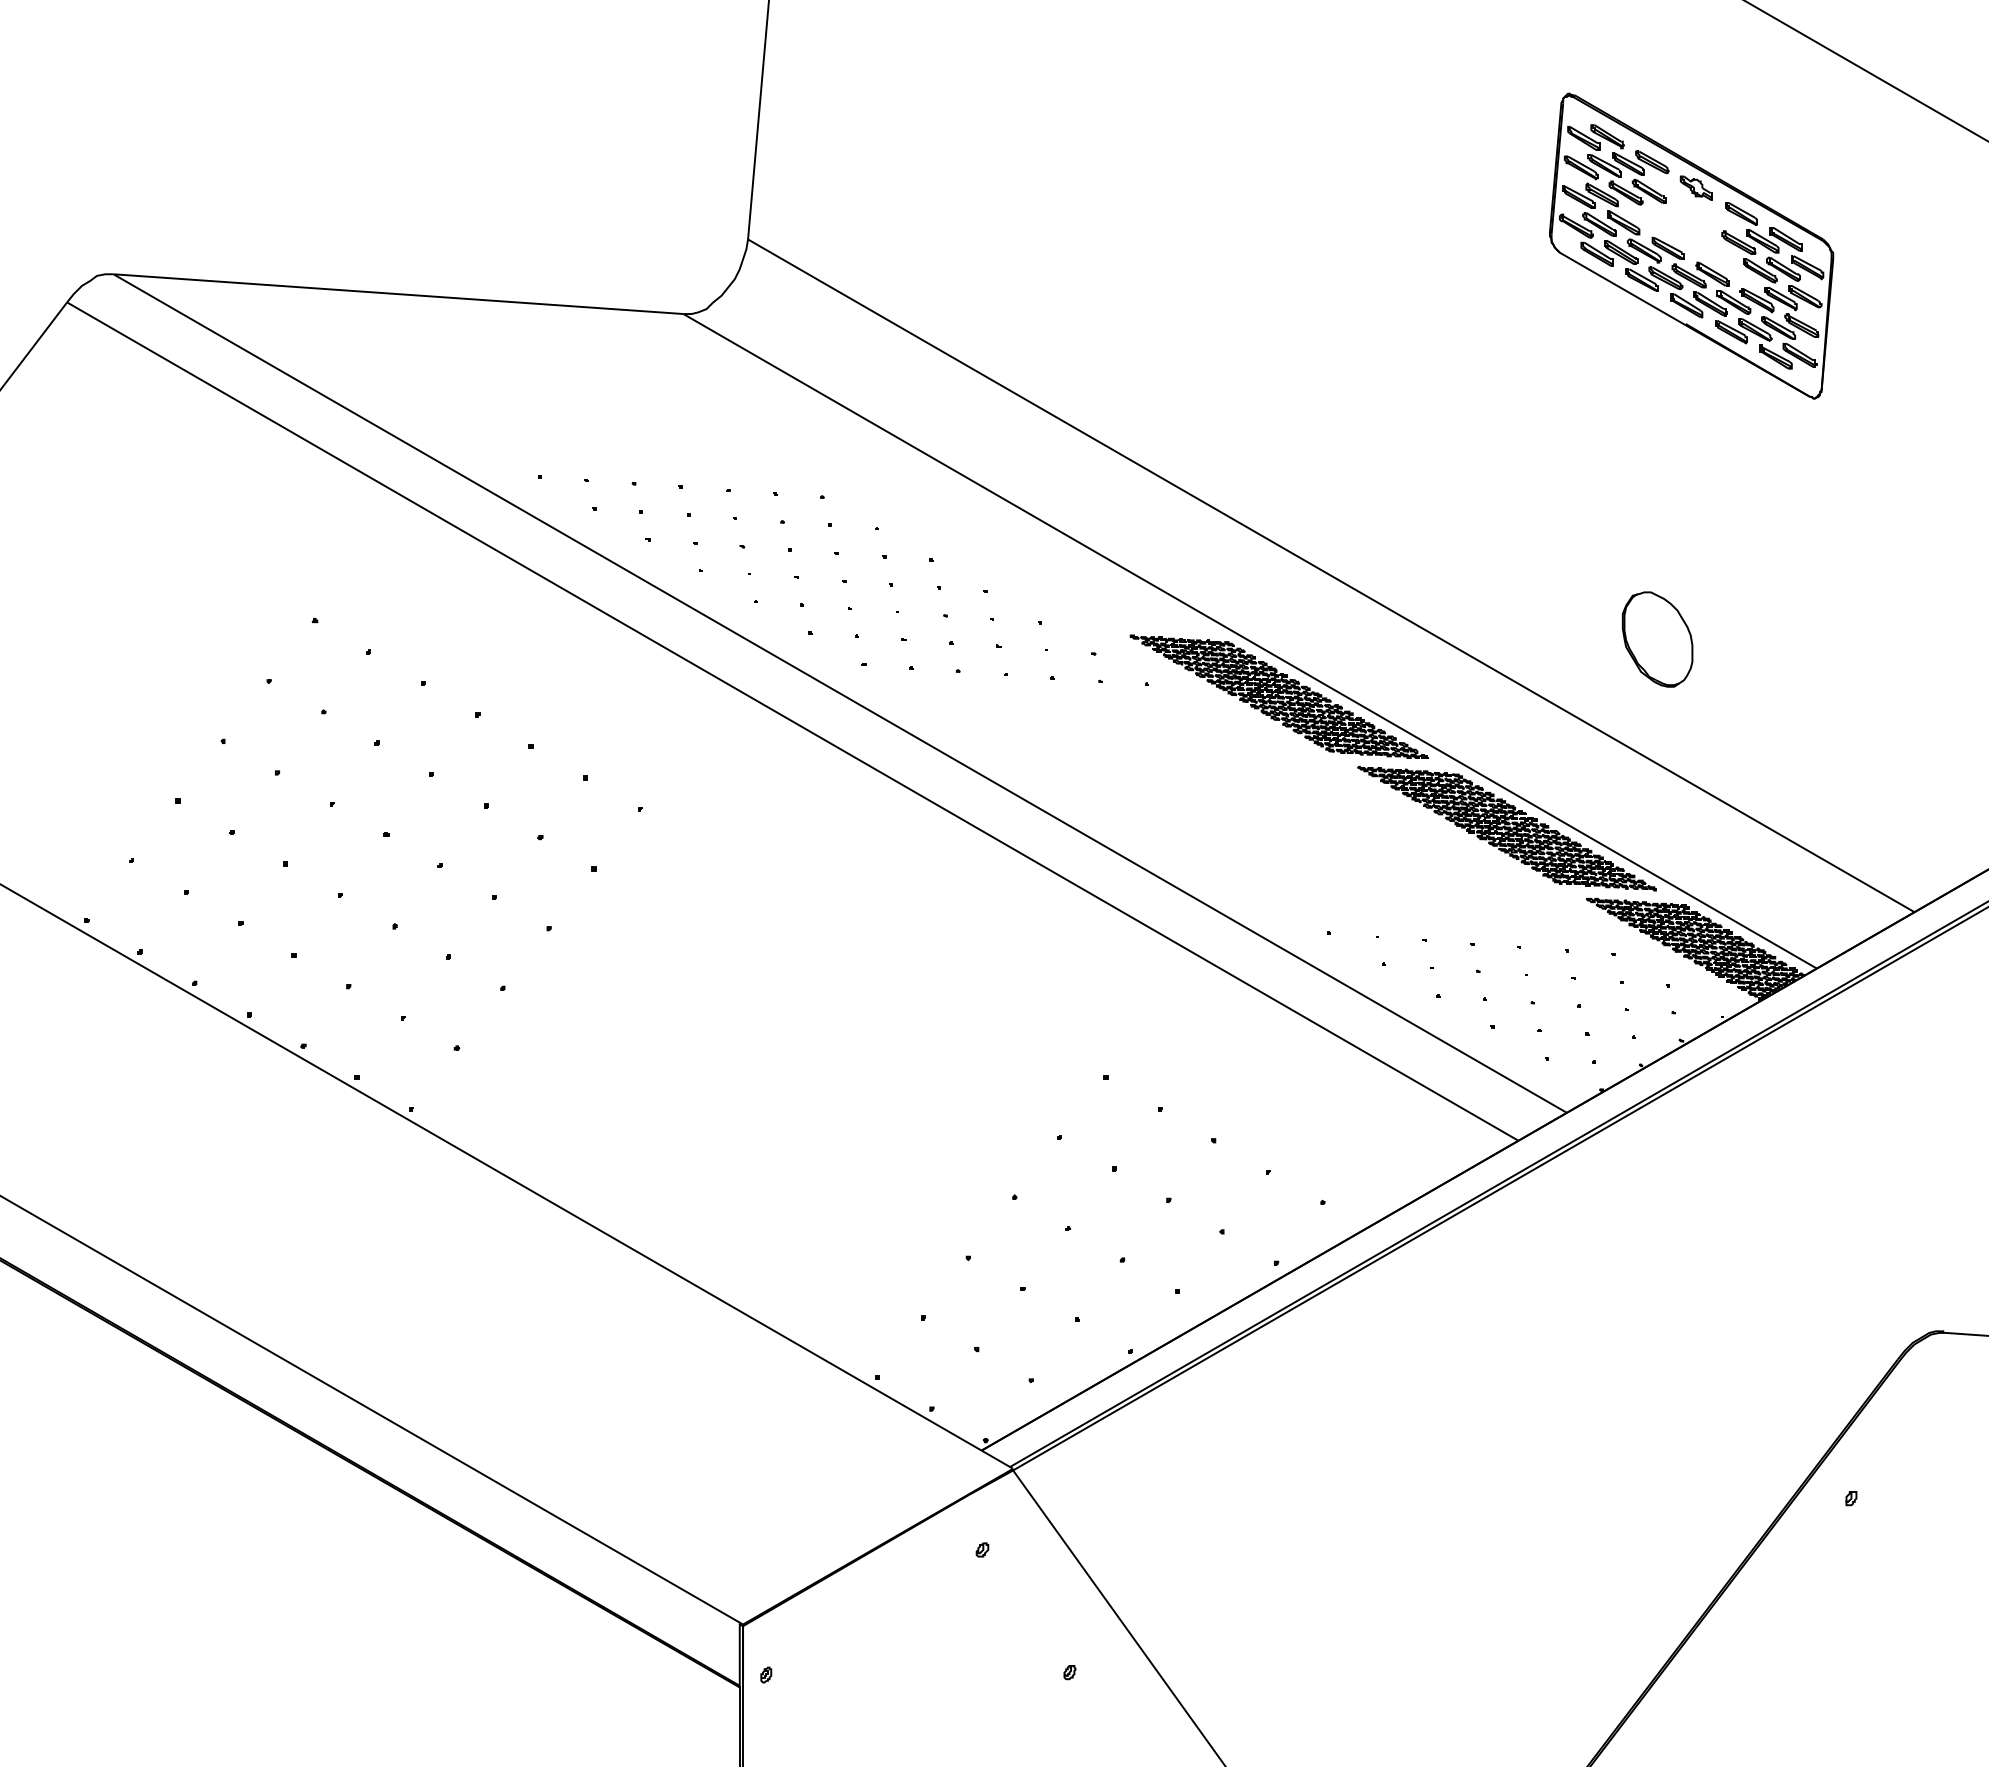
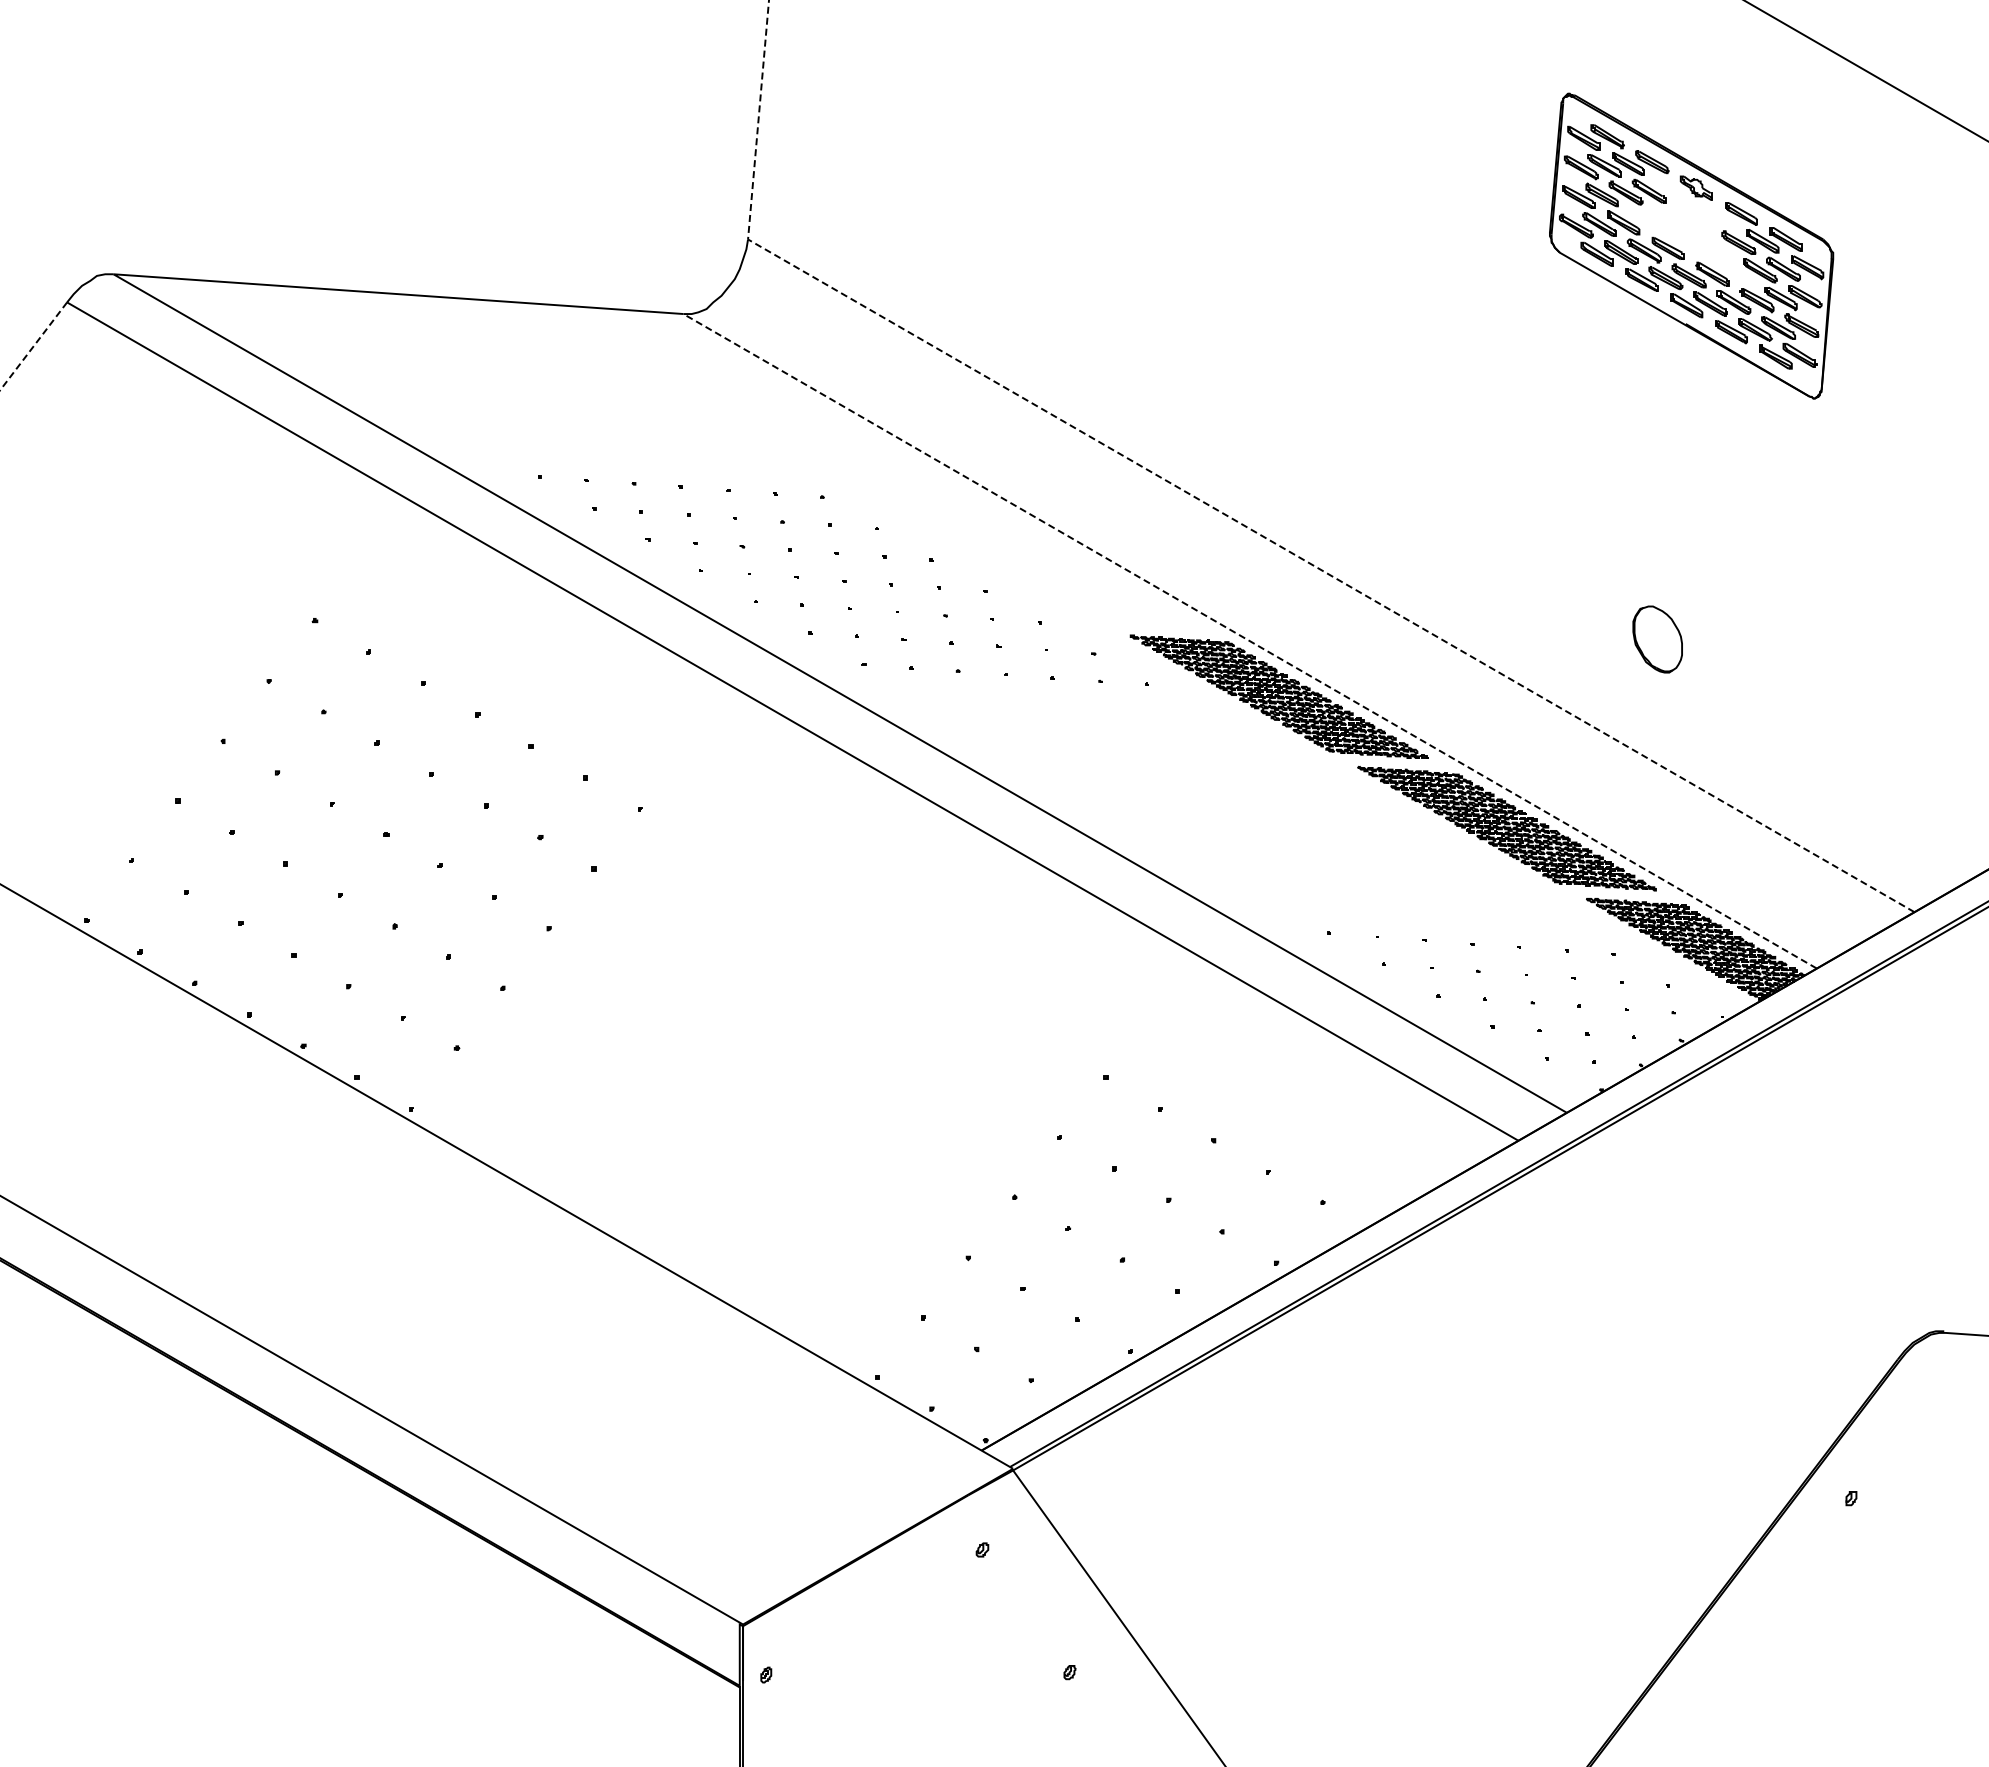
line at (33, 346): solid -> dashed
line at (1226, 515): solid -> dashed
part at (1657, 639) size: 72x97 px -> 51x69 px
line at (1249, 640): solid -> dashed
